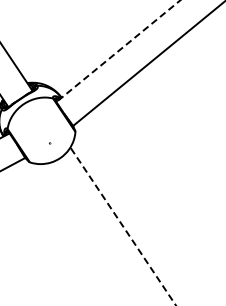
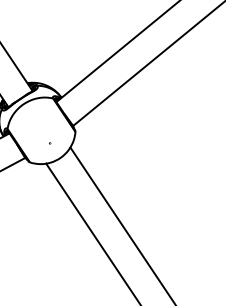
line at (118, 51): dashed -> solid
line at (123, 226): dashed -> solid
line at (92, 232): none -> present
